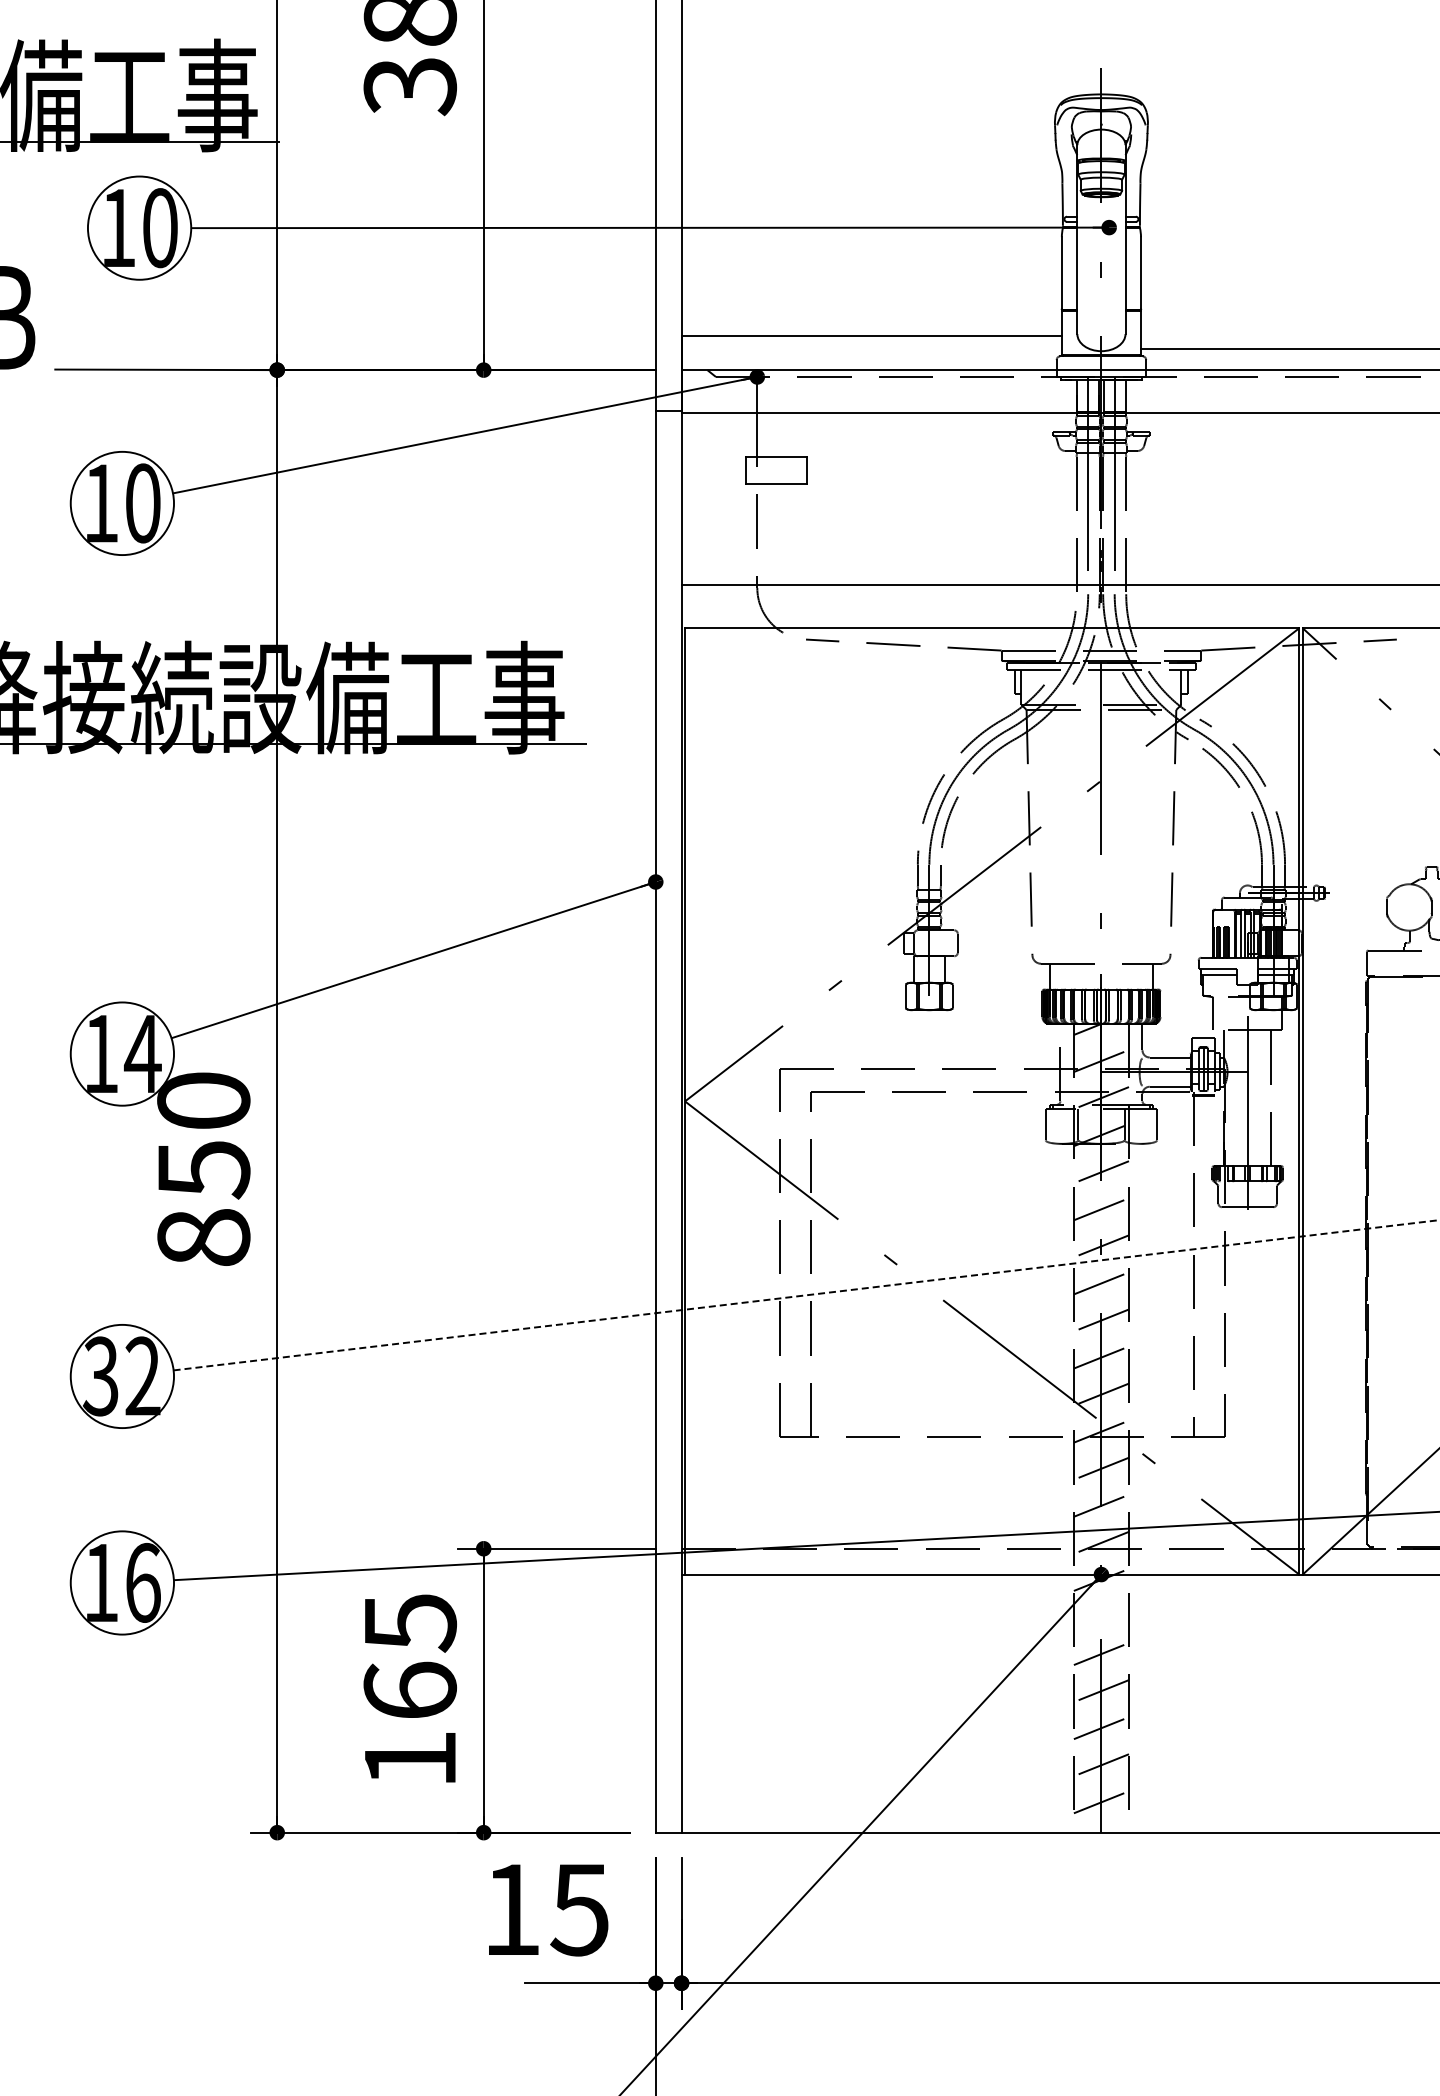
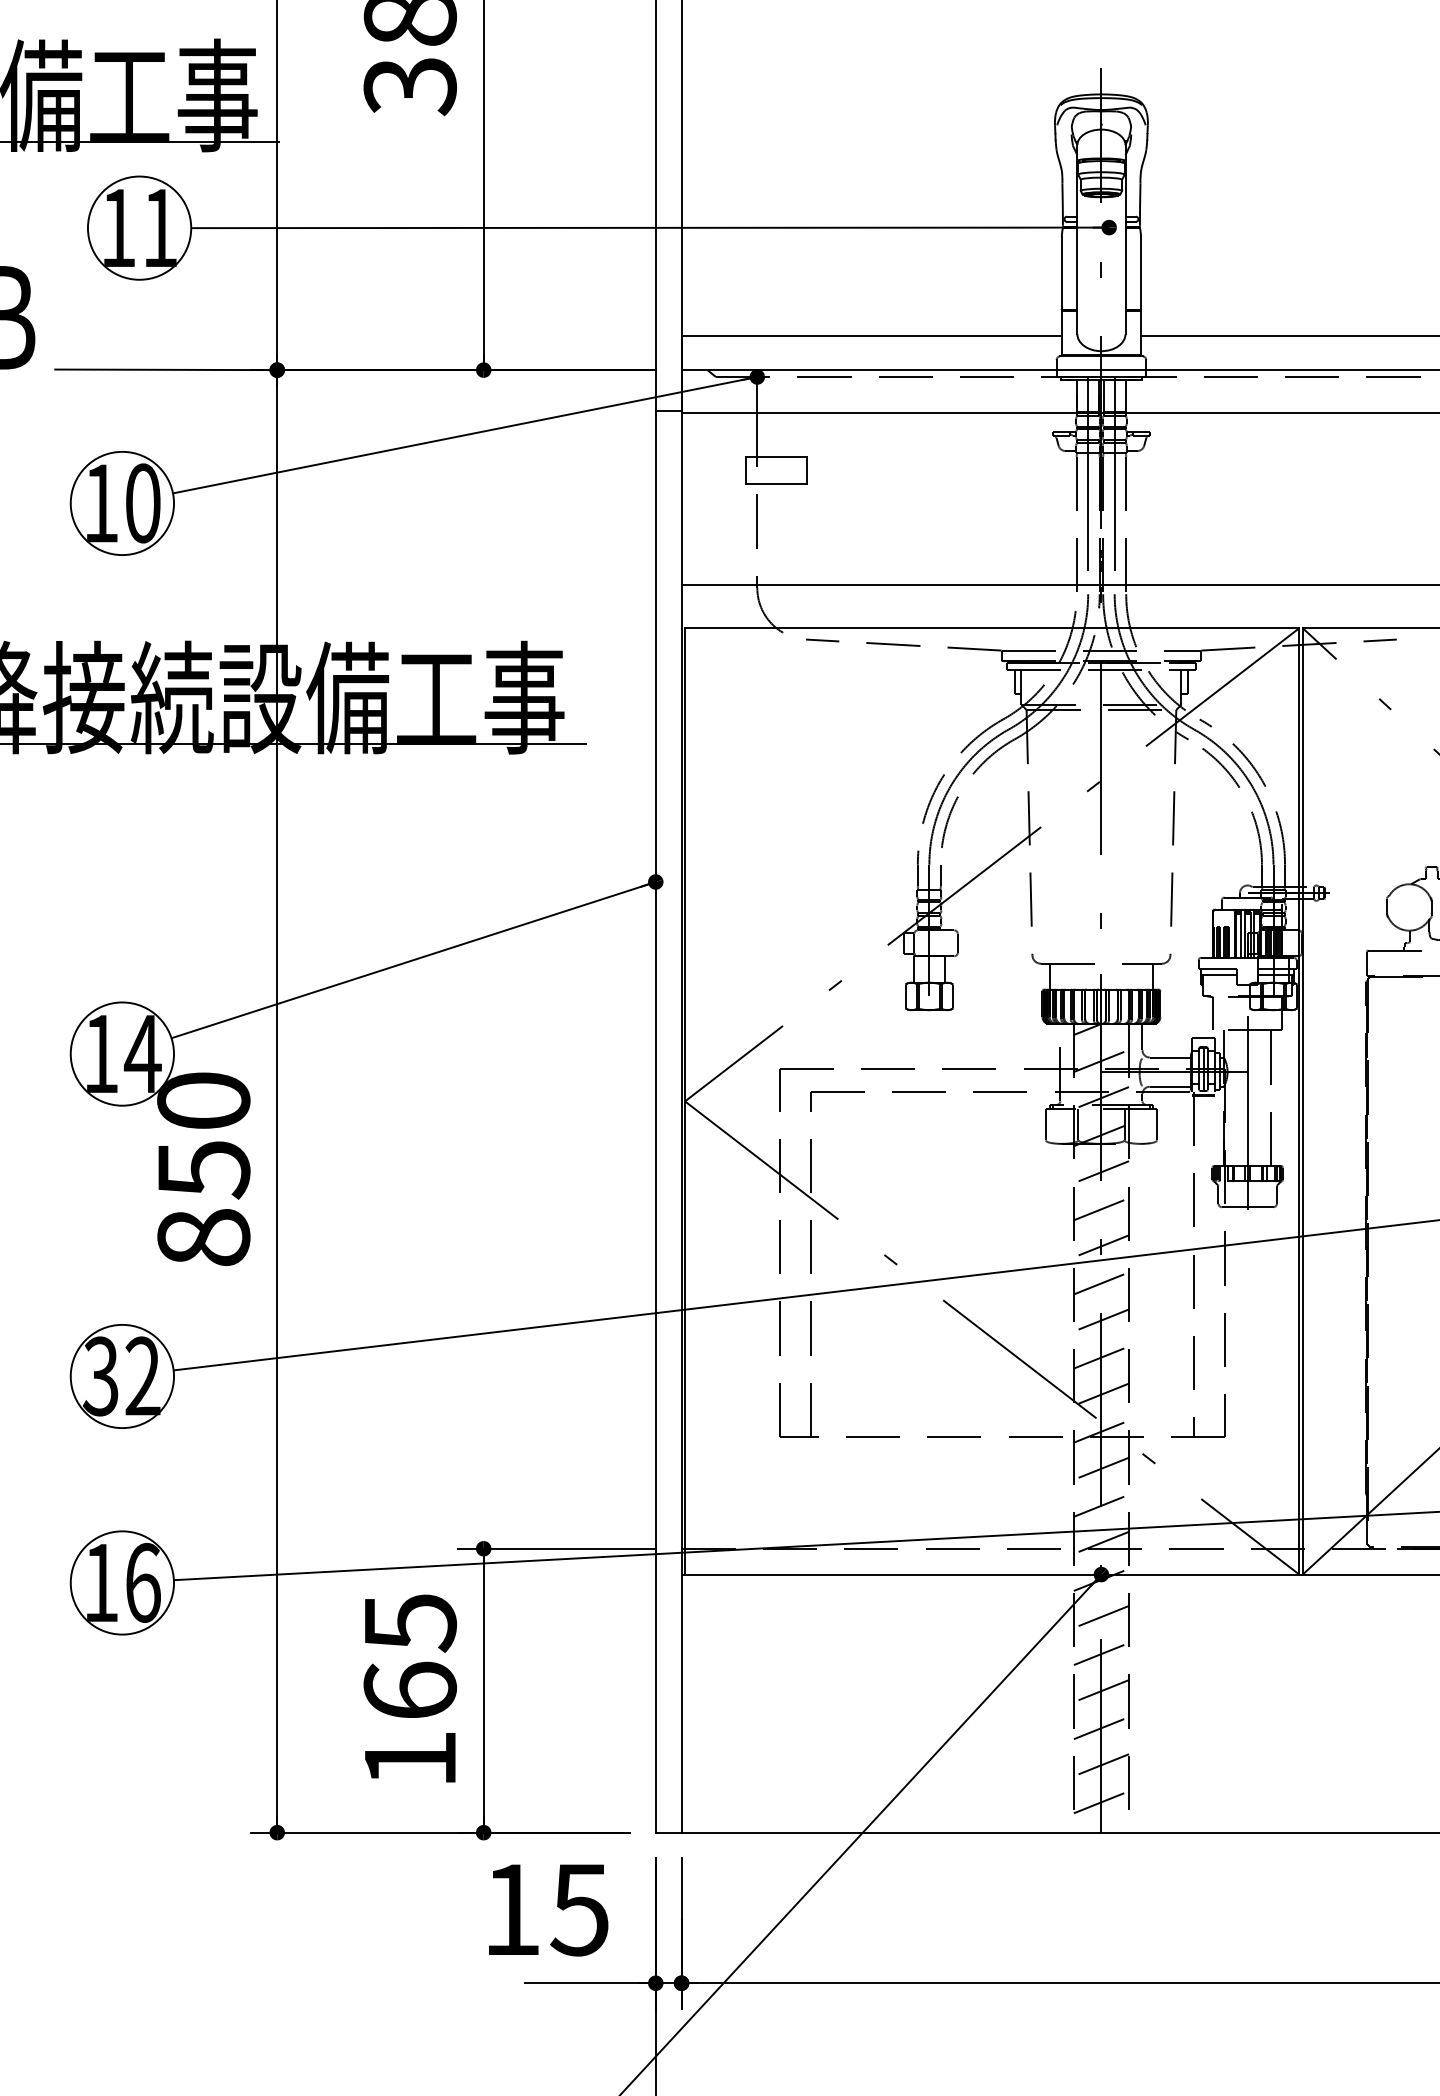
text at (160, 228): 10 -> 11
line at (1288, 348) position: (1288, 348) -> (1288, 335)
line at (806, 1295): dashed -> solid
line at (1100, 1616): none -> present
